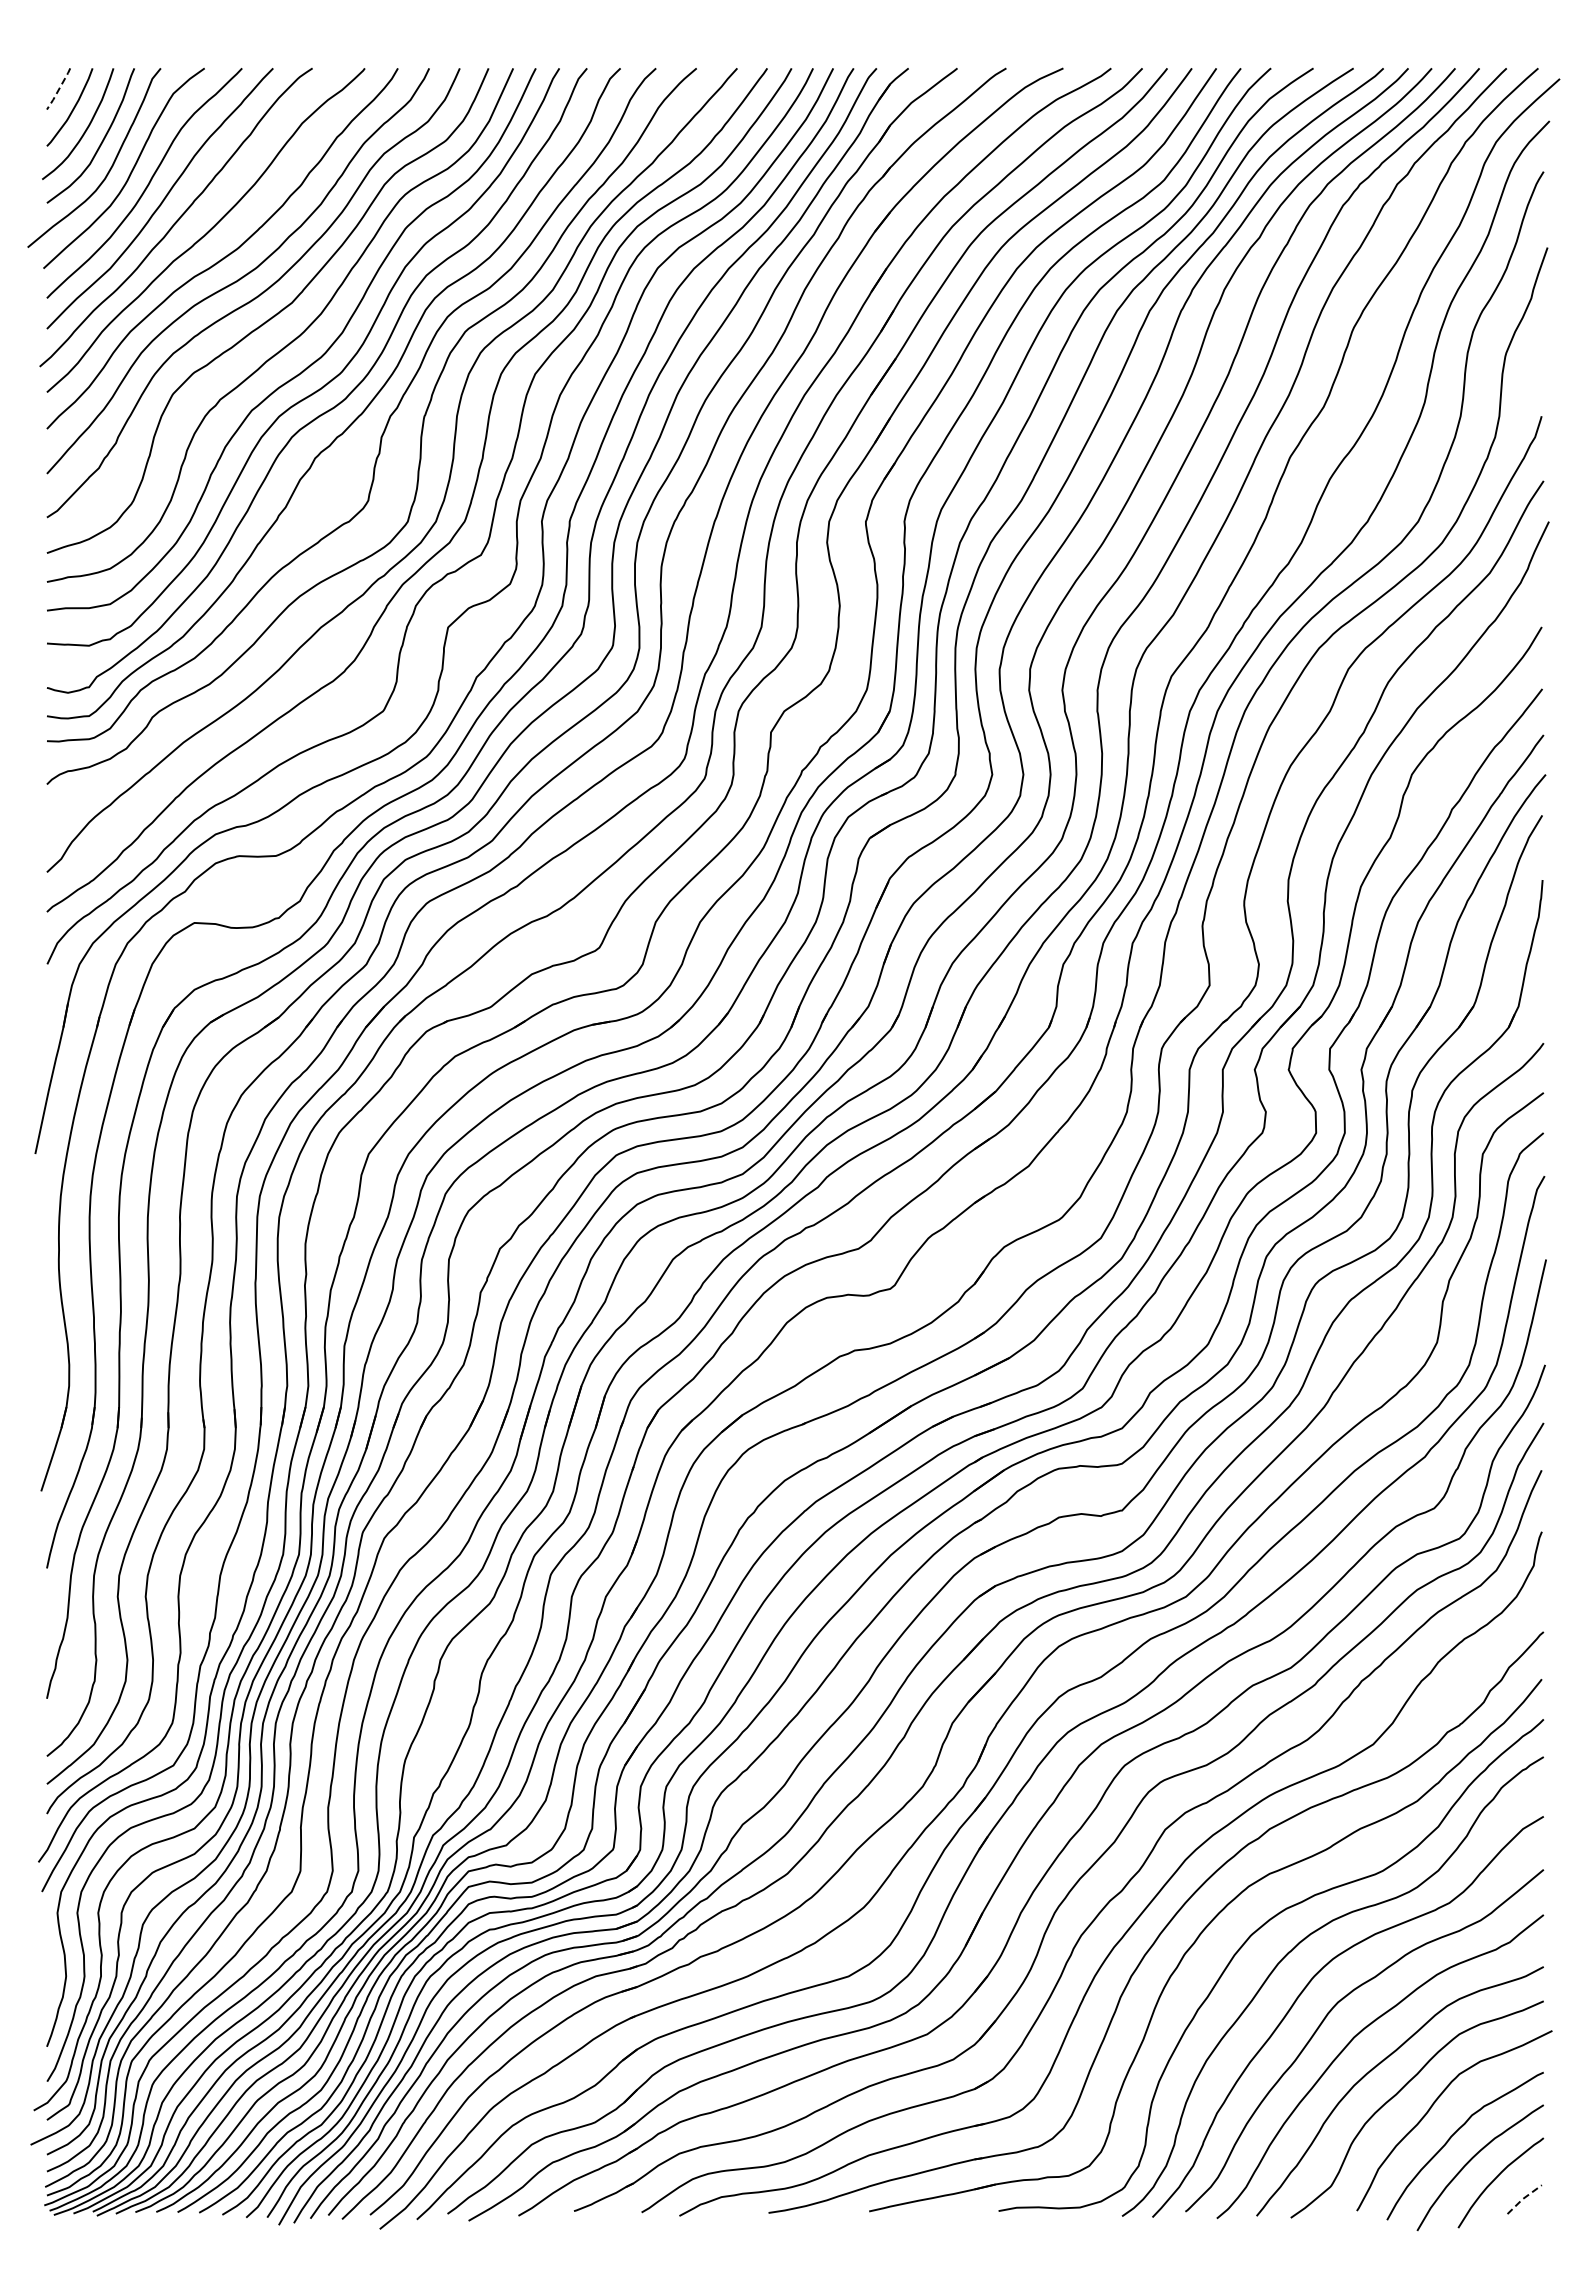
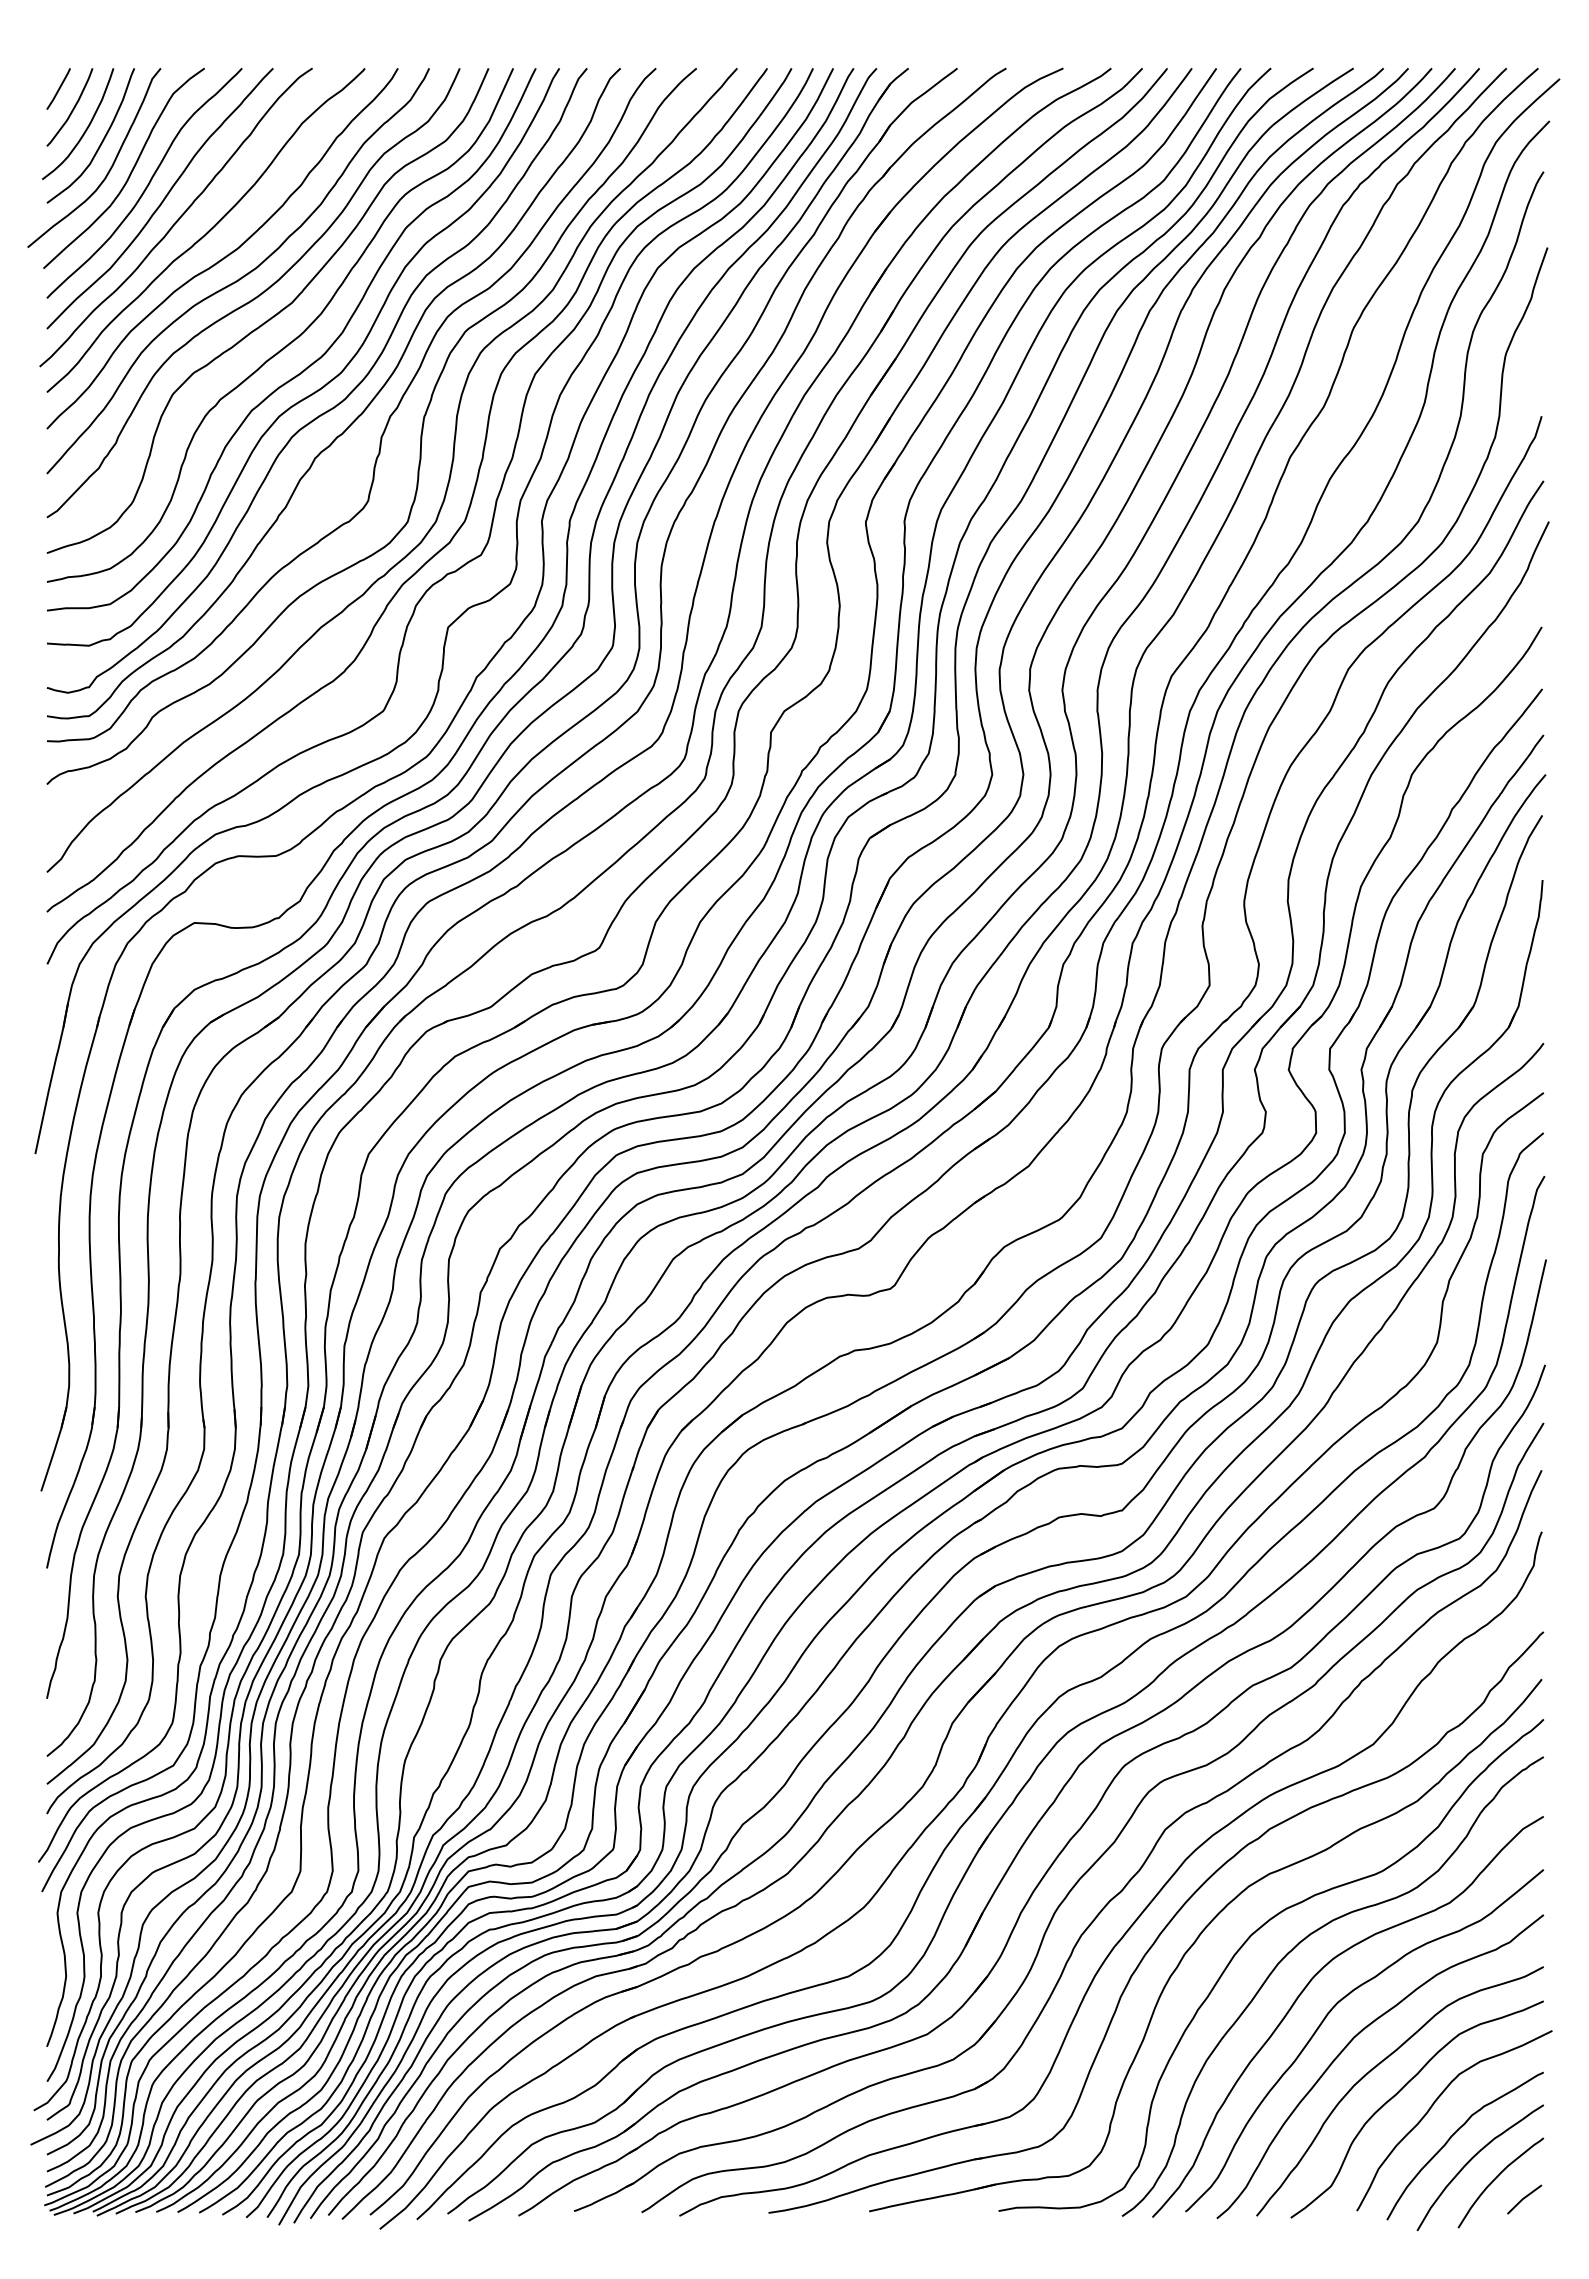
line at (58, 89): dashed -> solid
line at (1523, 2198): dashed -> solid
